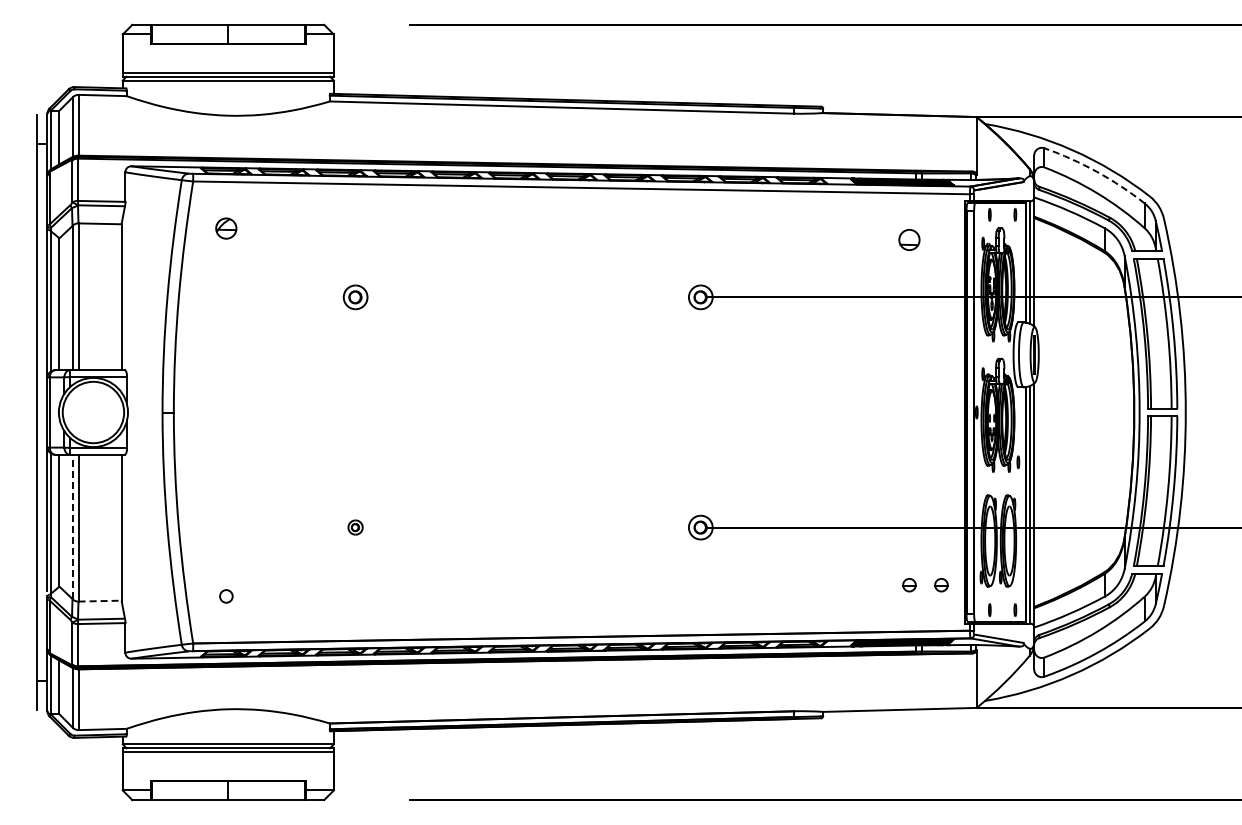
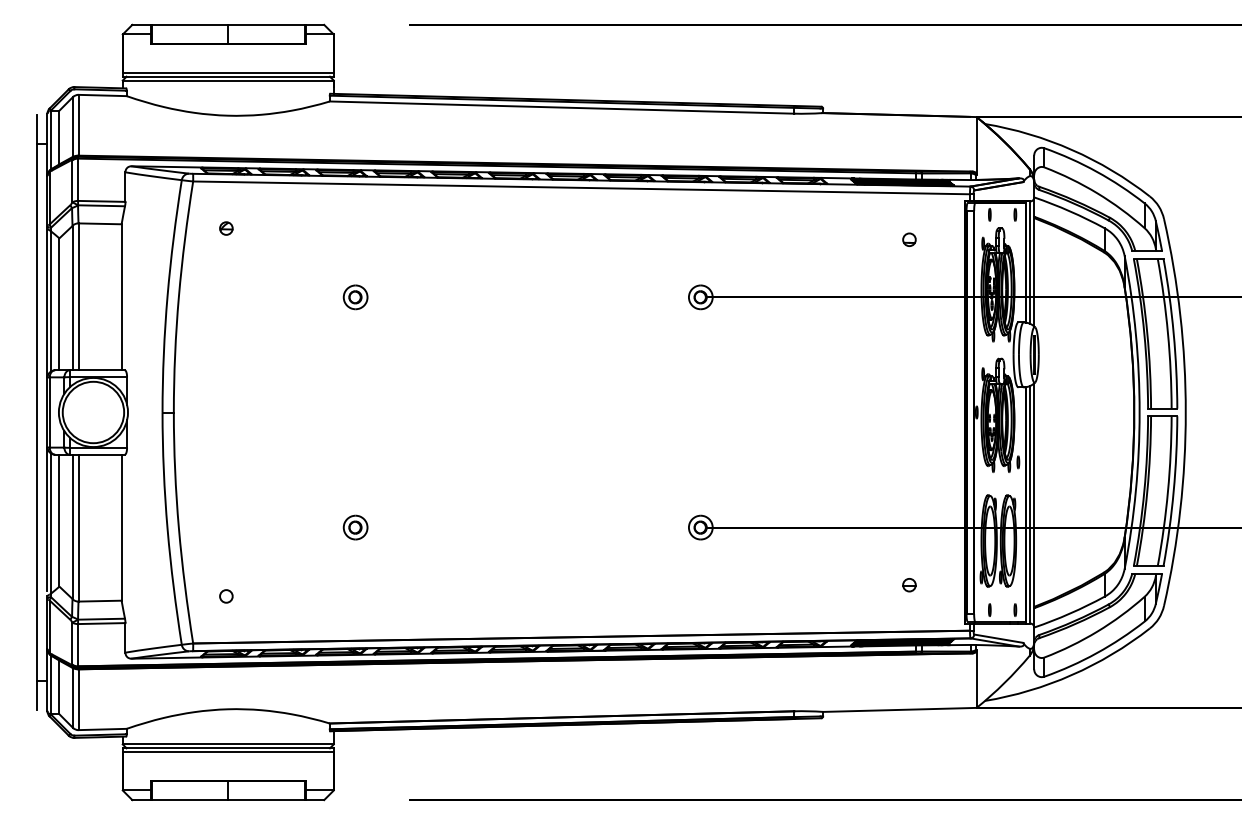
arc at (1096, 171): dashed -> solid
part at (226, 228) size: 23x23 px -> 15x15 px
part at (909, 239) size: 23x22 px -> 15x15 px
line at (72, 526): dashed -> solid
part at (355, 527) size: 17x17 px -> 27x27 px
part at (941, 585): present -> none
line at (100, 601): dashed -> solid
